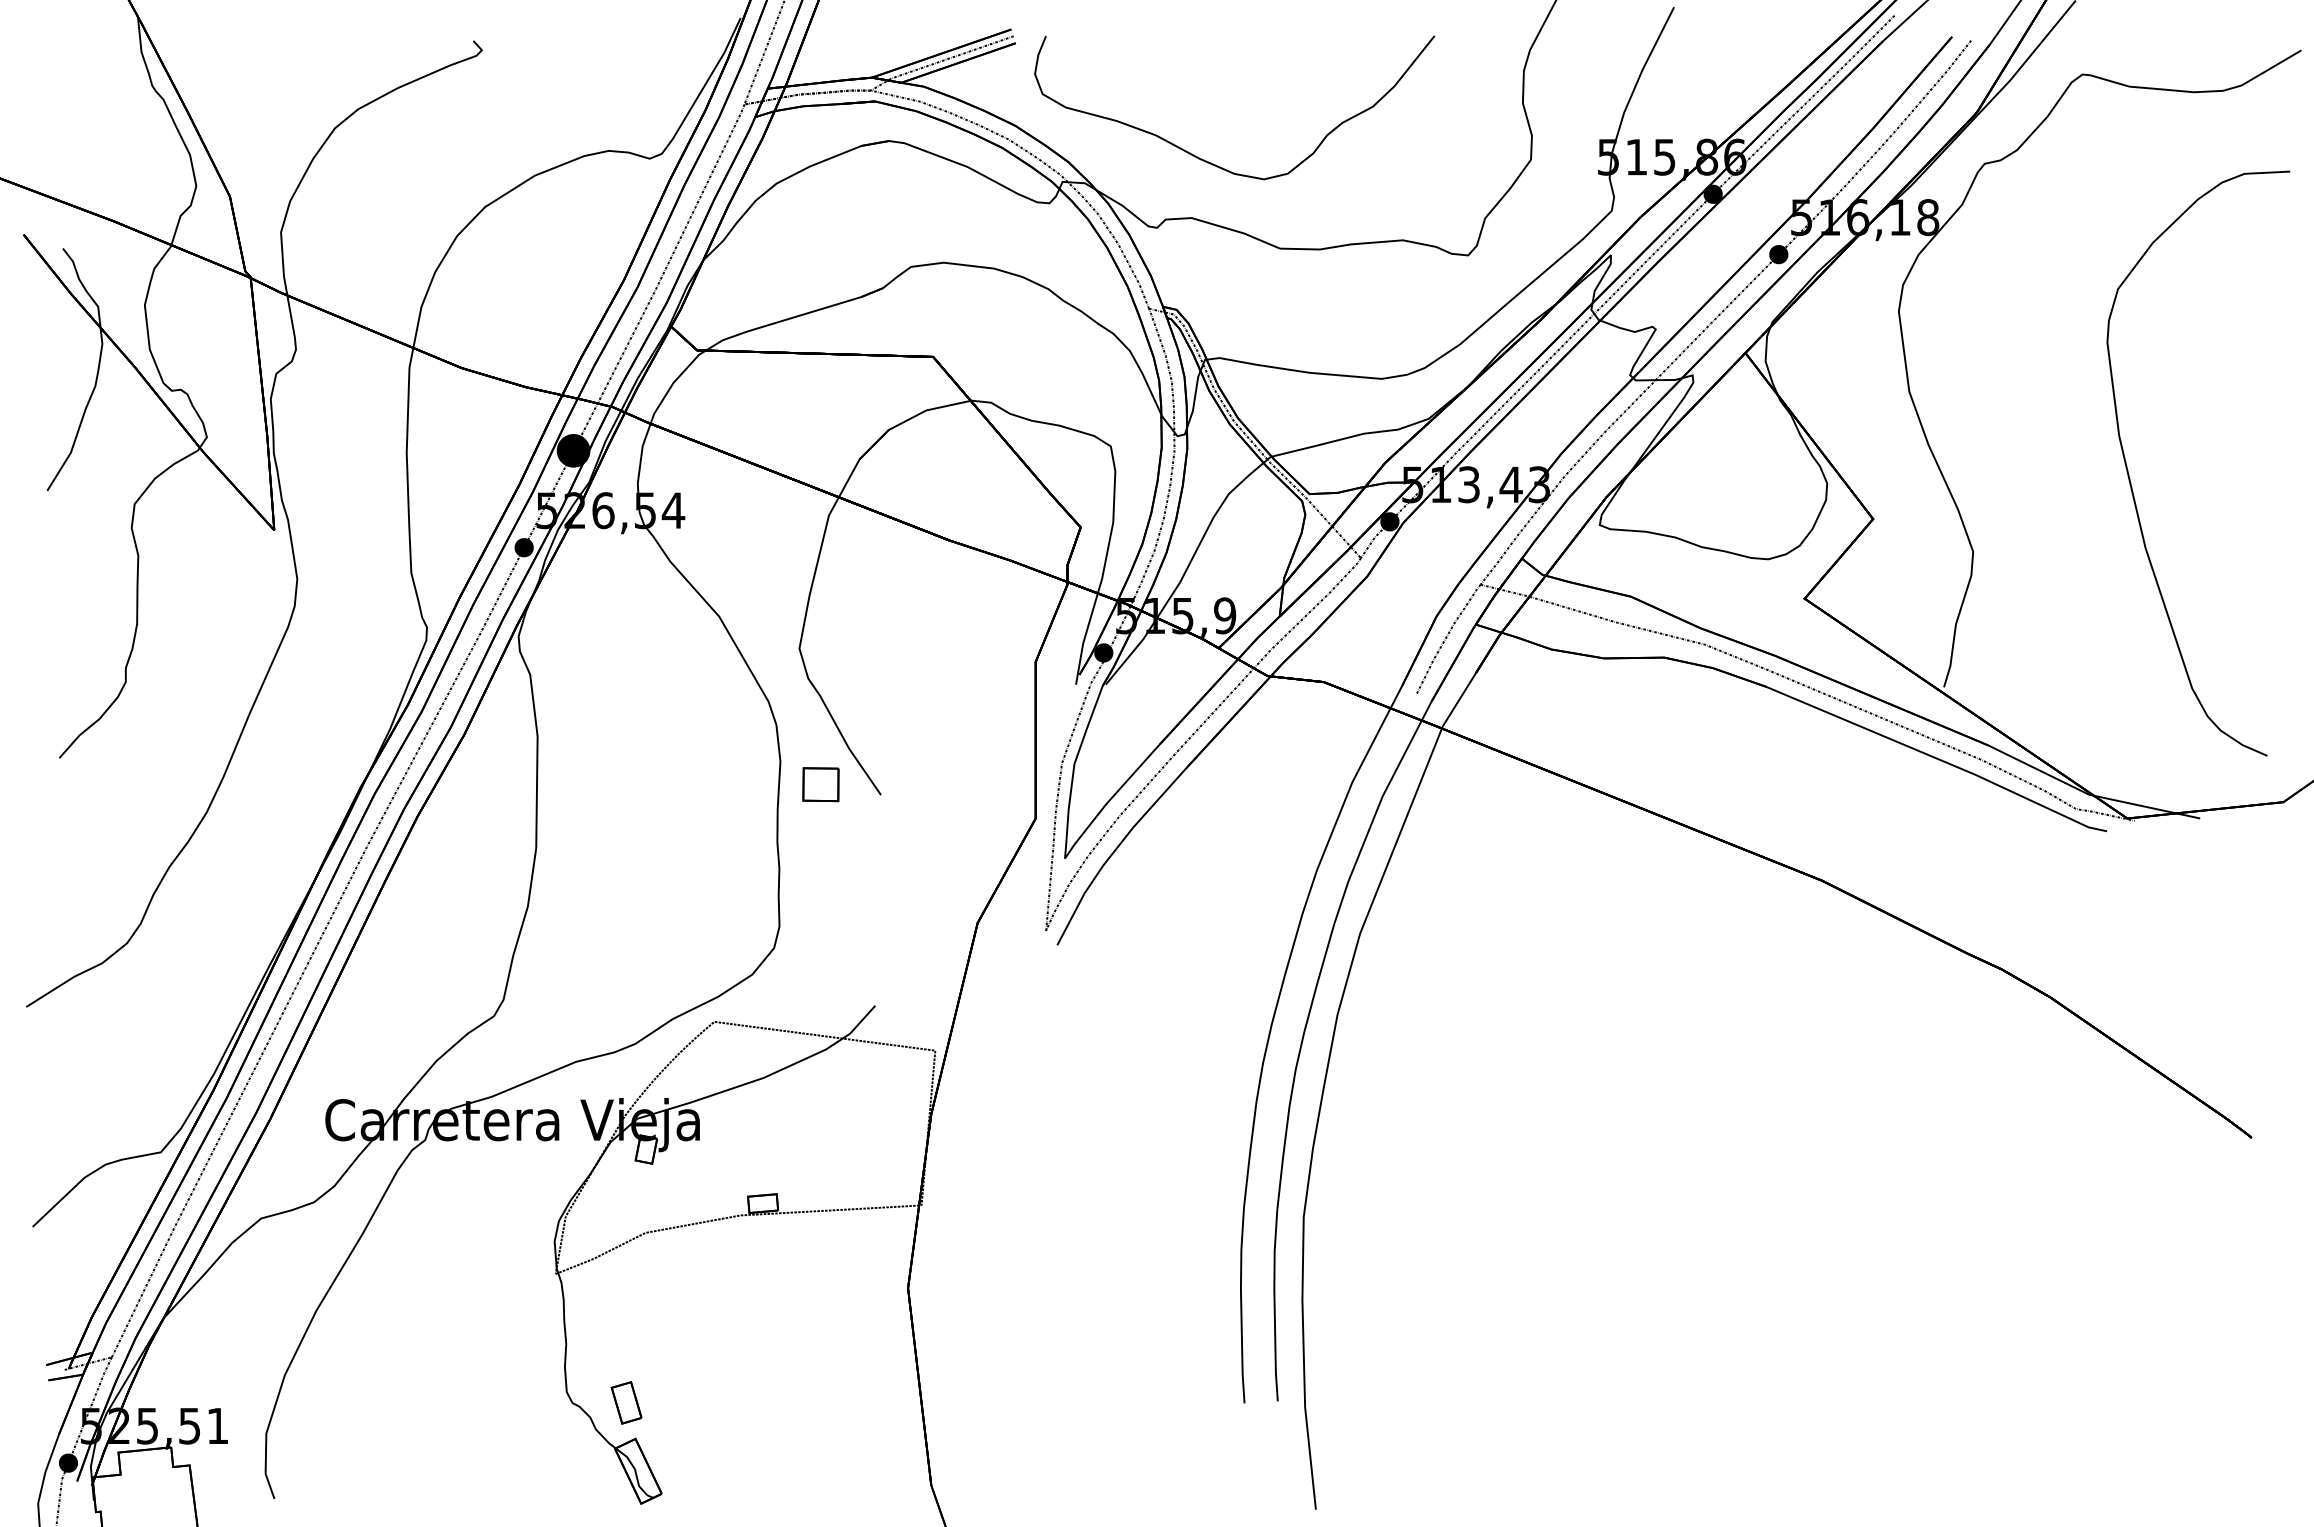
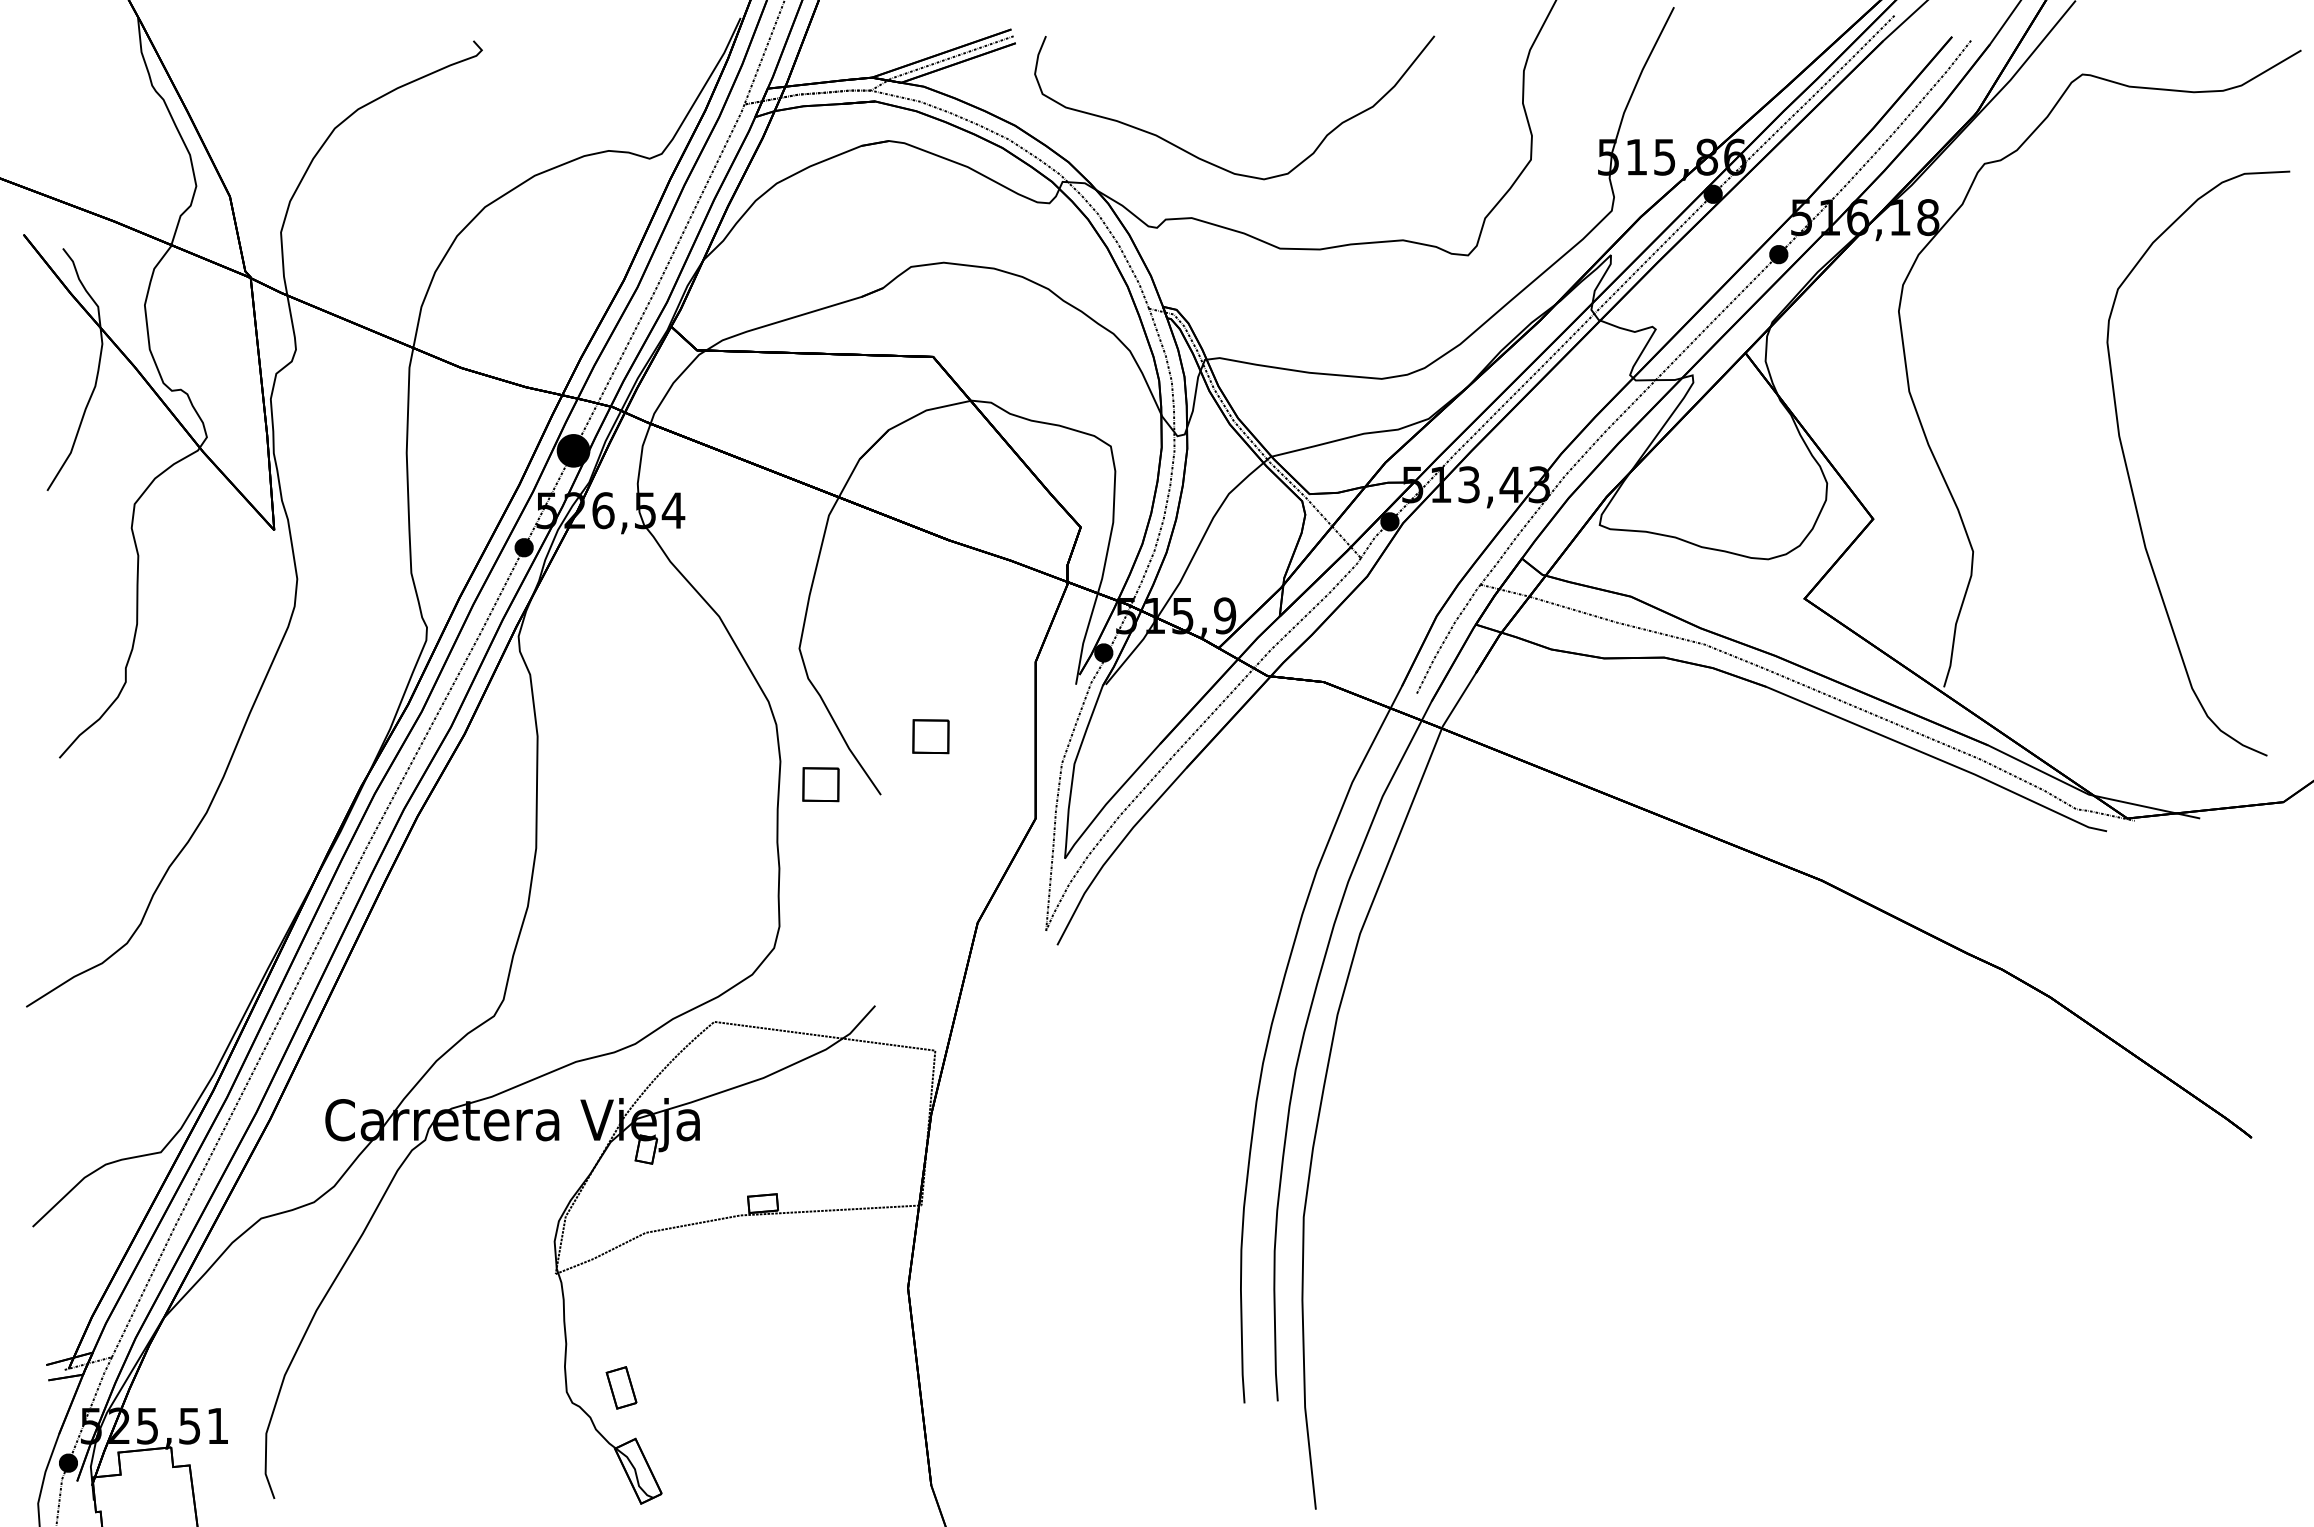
part at (930, 736): none -> present
part at (626, 1402) position: (626, 1402) -> (621, 1387)
